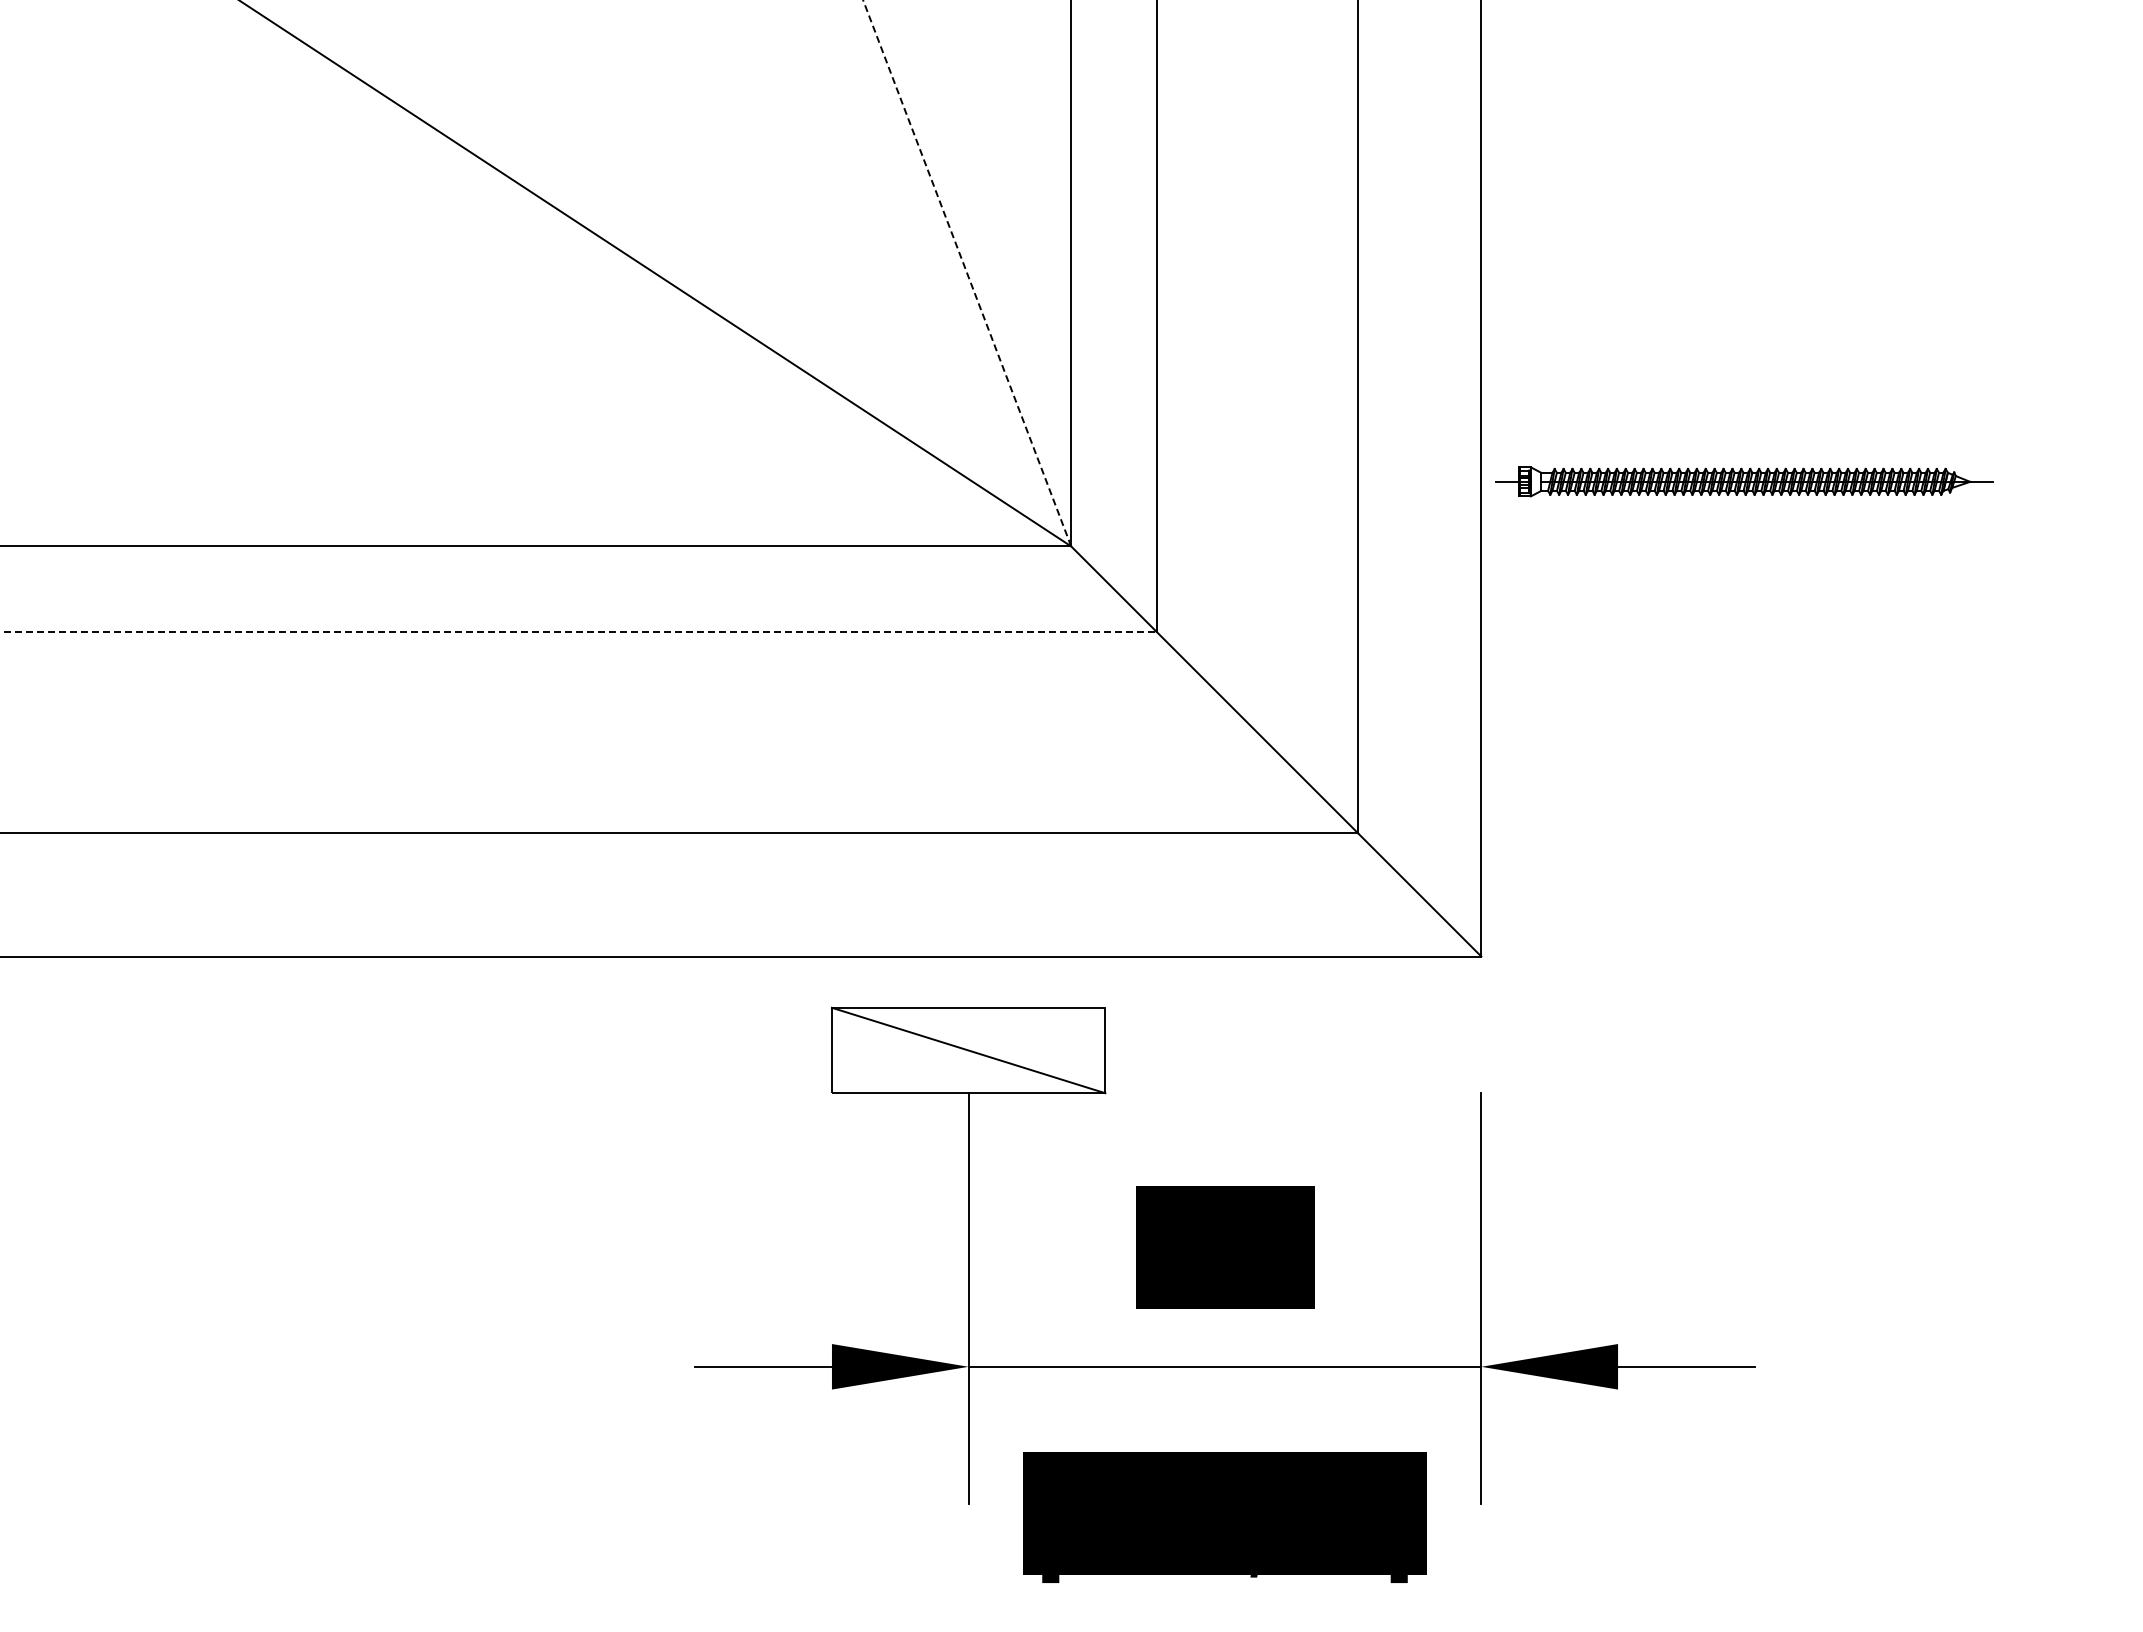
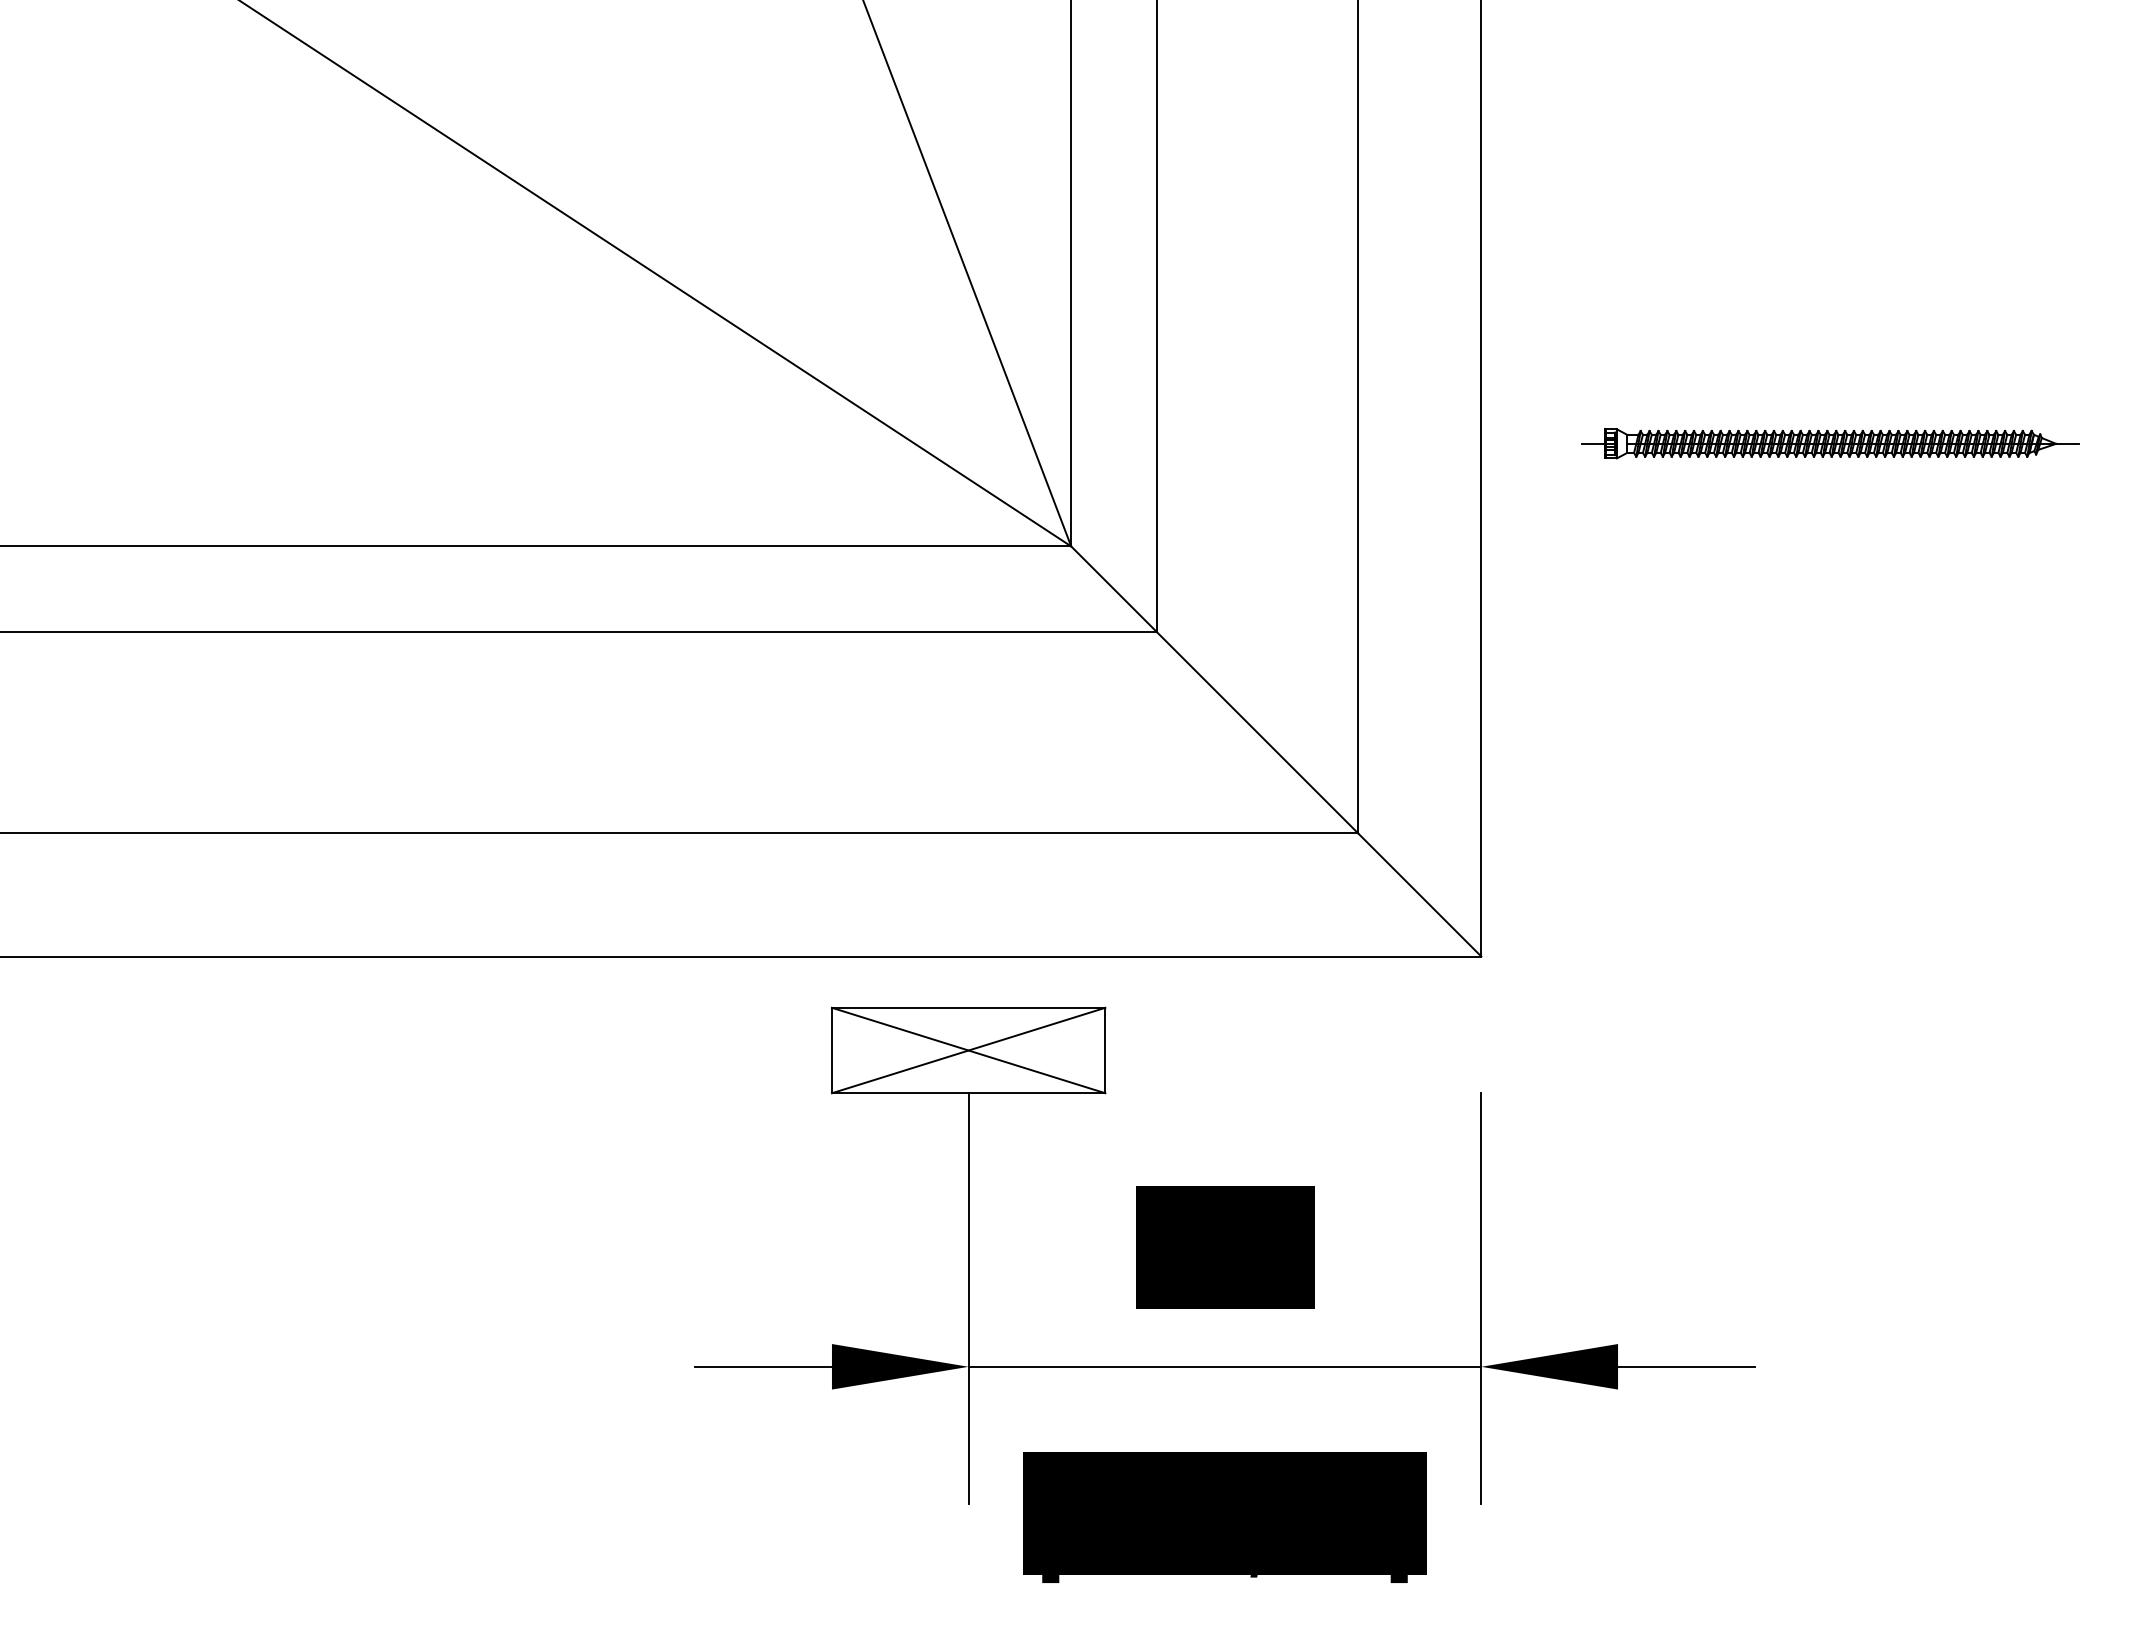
line at (967, 273): dashed -> solid
part at (1744, 481) position: (1744, 481) -> (1830, 443)
line at (578, 631): dashed -> solid
line at (968, 1050): none -> present
